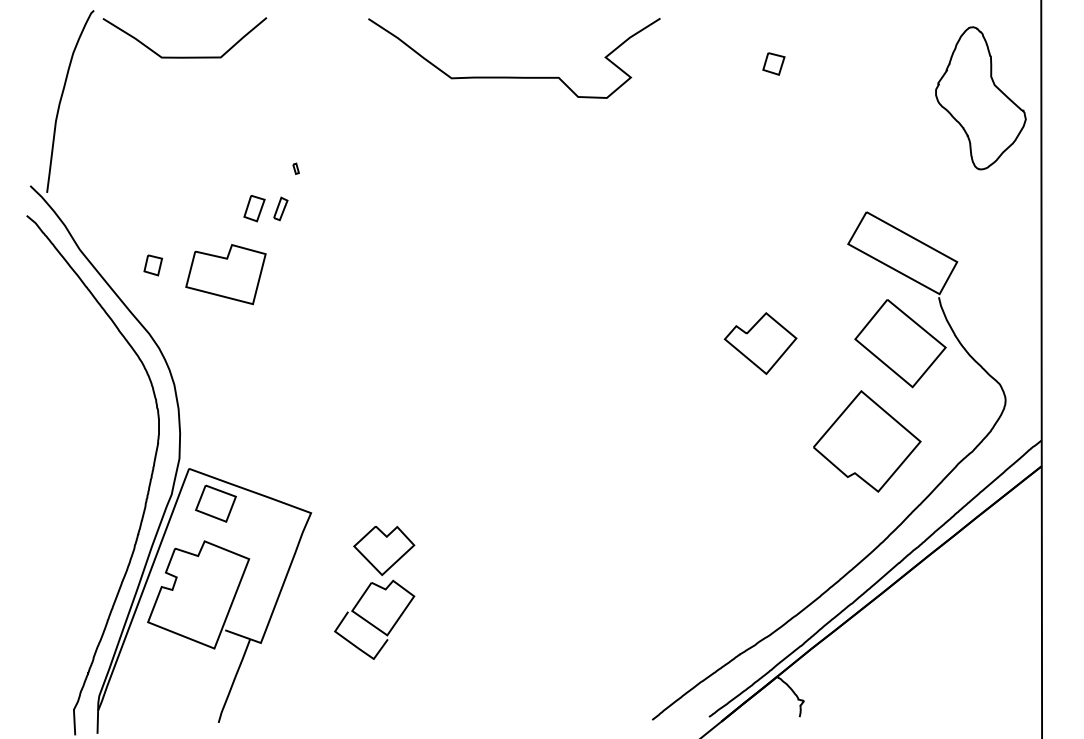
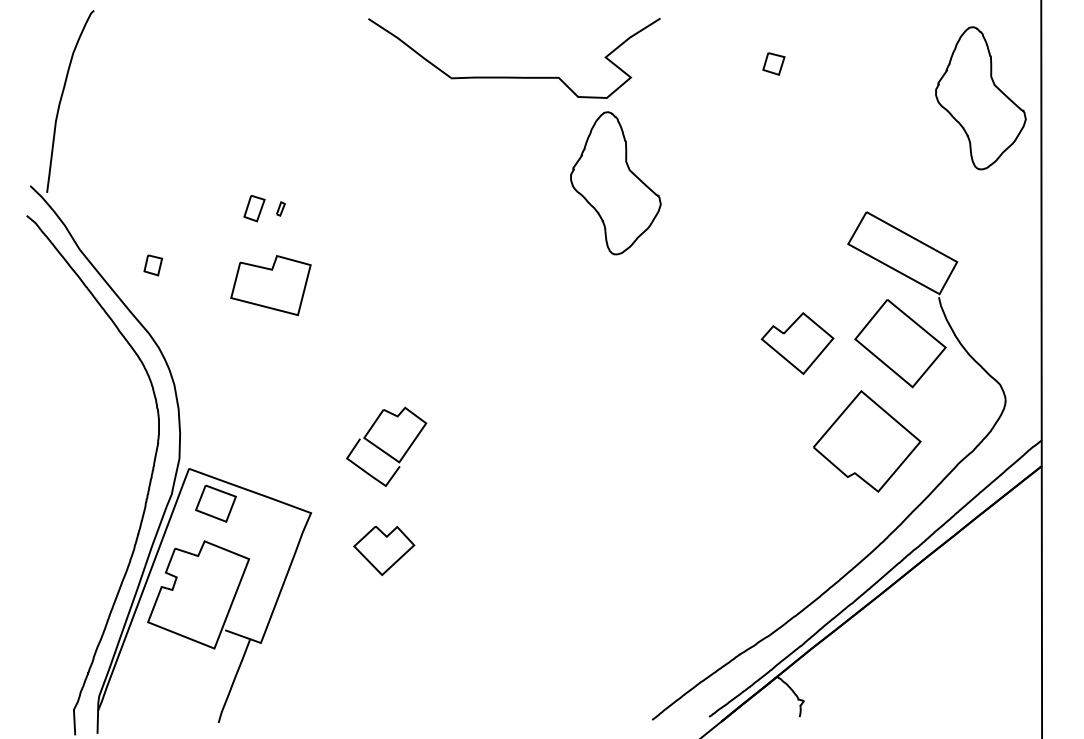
curve at (184, 56): present -> none
part at (295, 168): present -> none
part at (615, 183): none -> present
part at (280, 208) size: 16x26 px -> 10x16 px
part at (225, 274) position: (225, 274) -> (270, 285)
part at (760, 343) position: (760, 343) -> (797, 343)
part at (374, 619) position: (374, 619) -> (386, 446)
